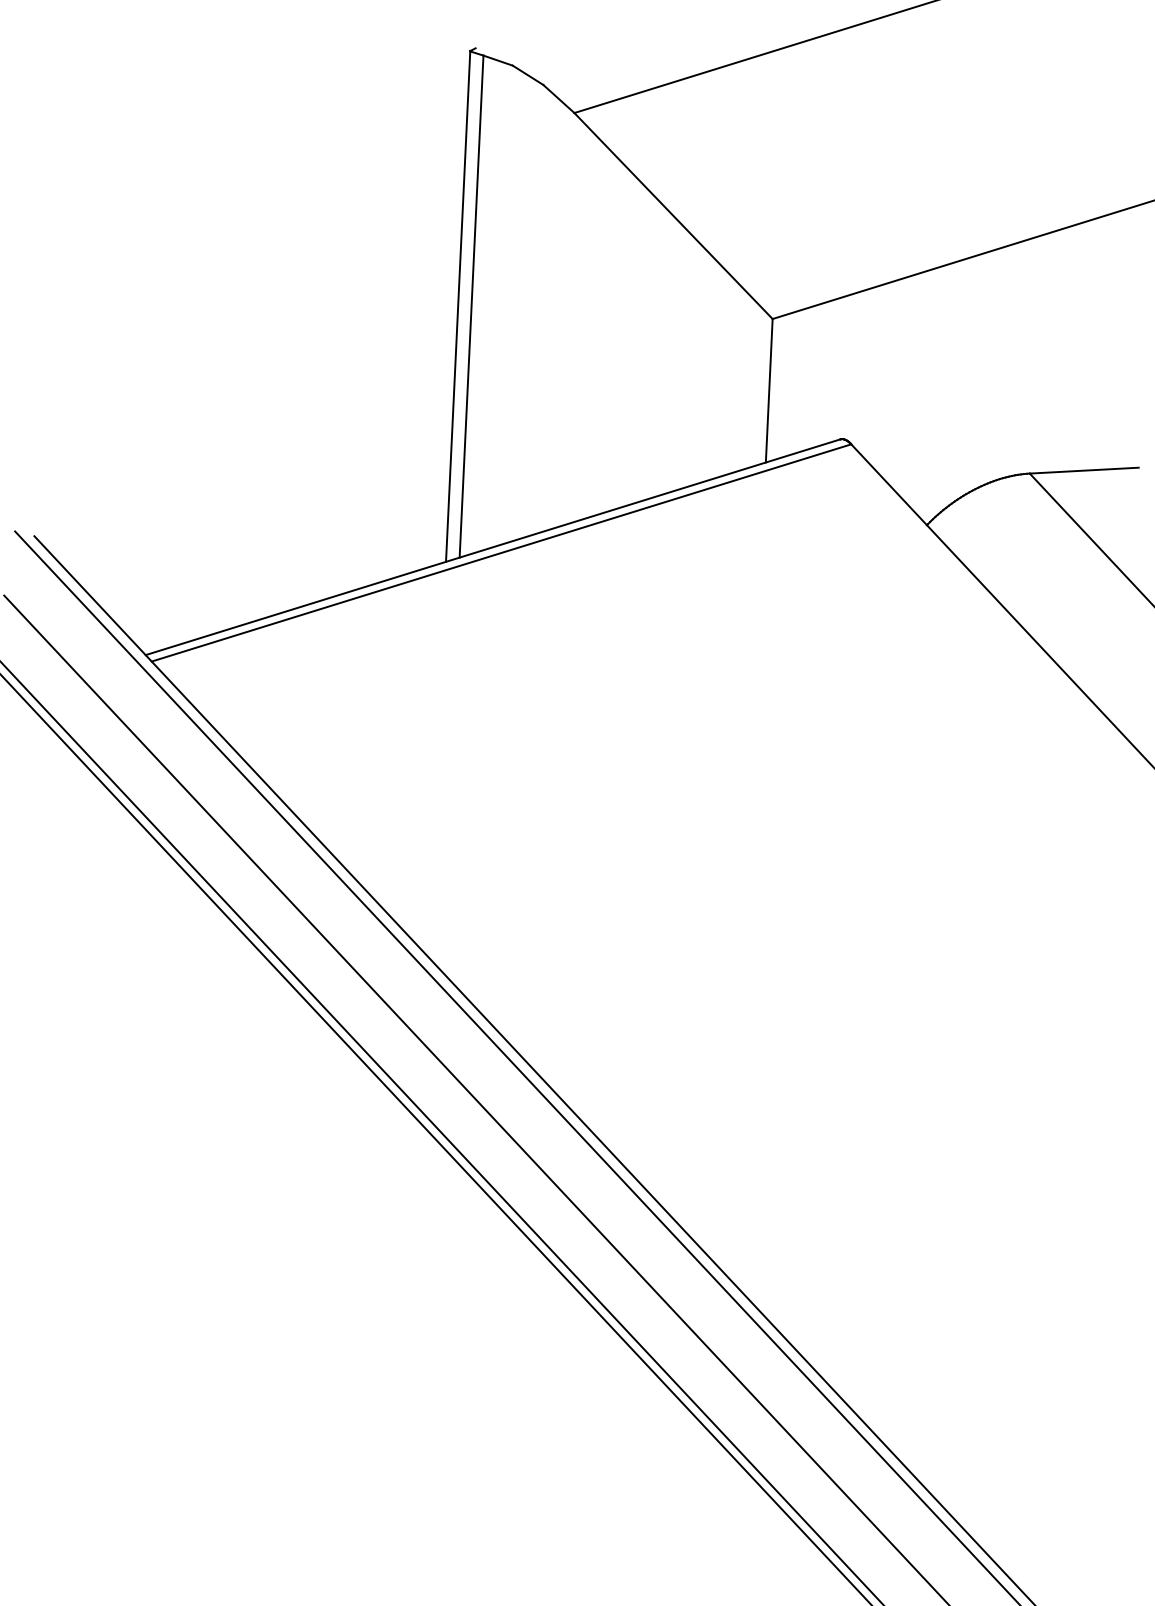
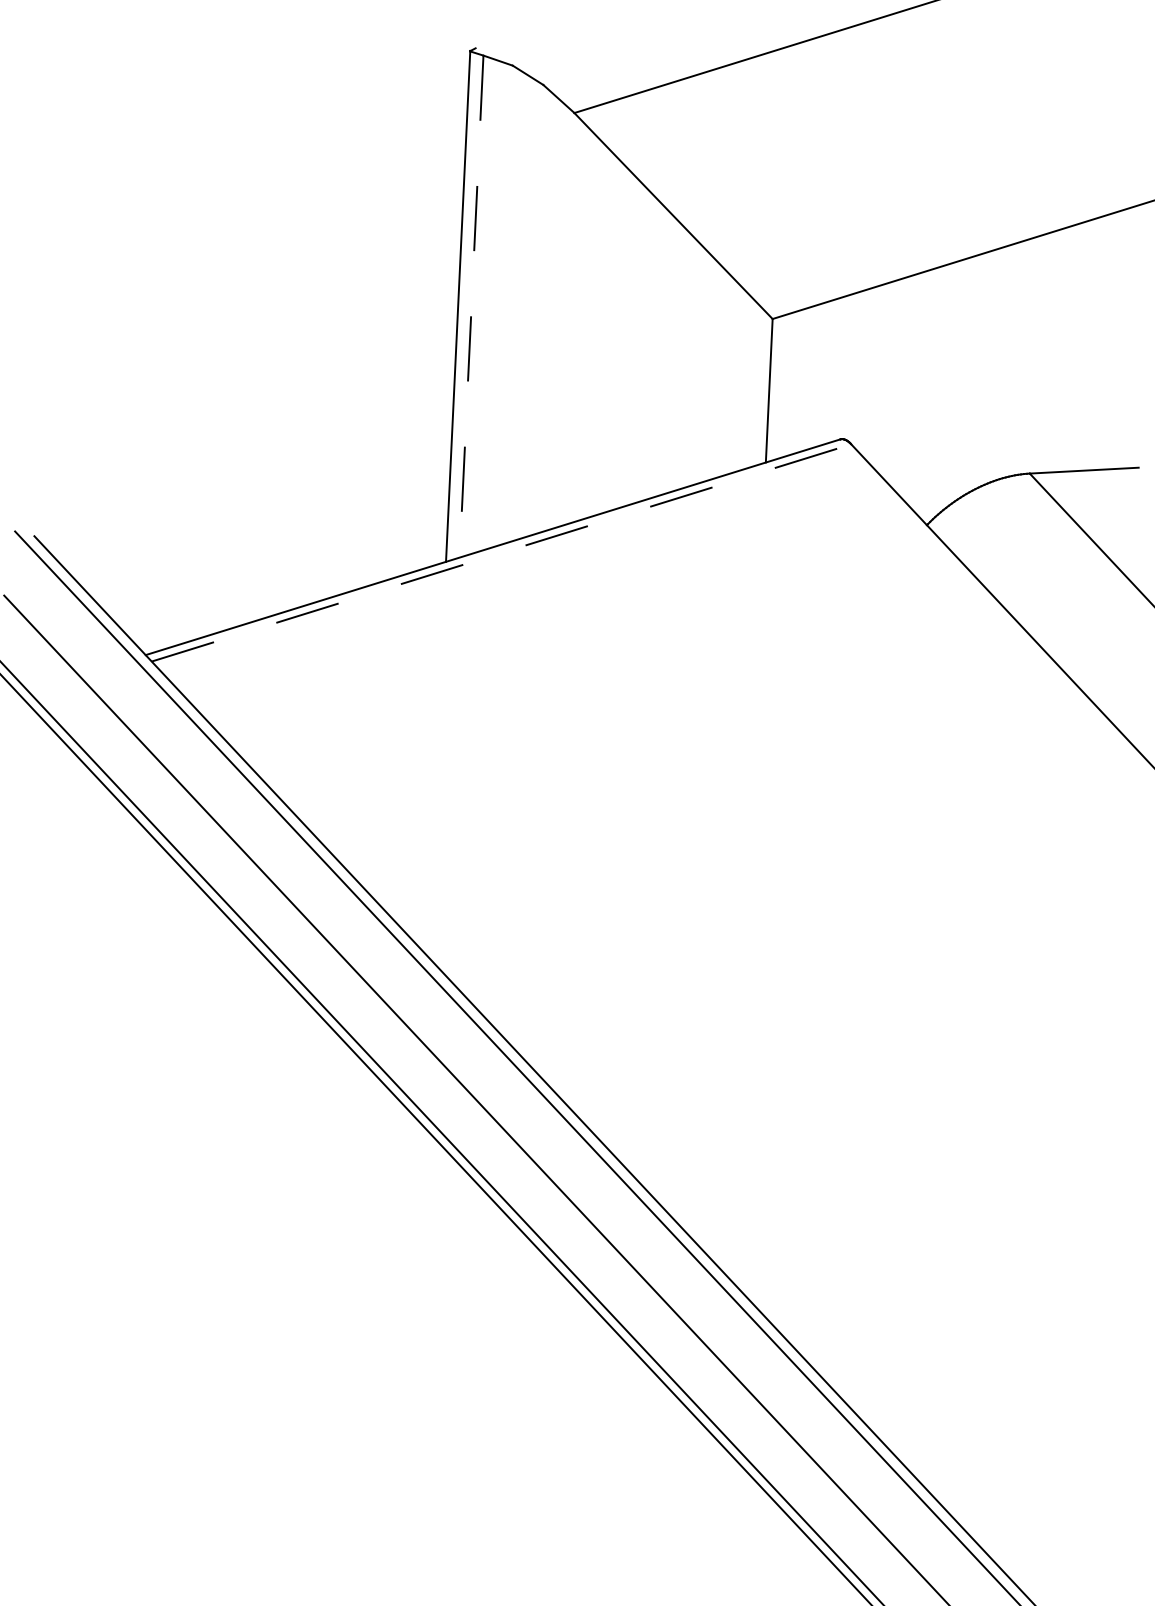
line at (471, 307): solid -> dashed
line at (501, 552): solid -> dashed
